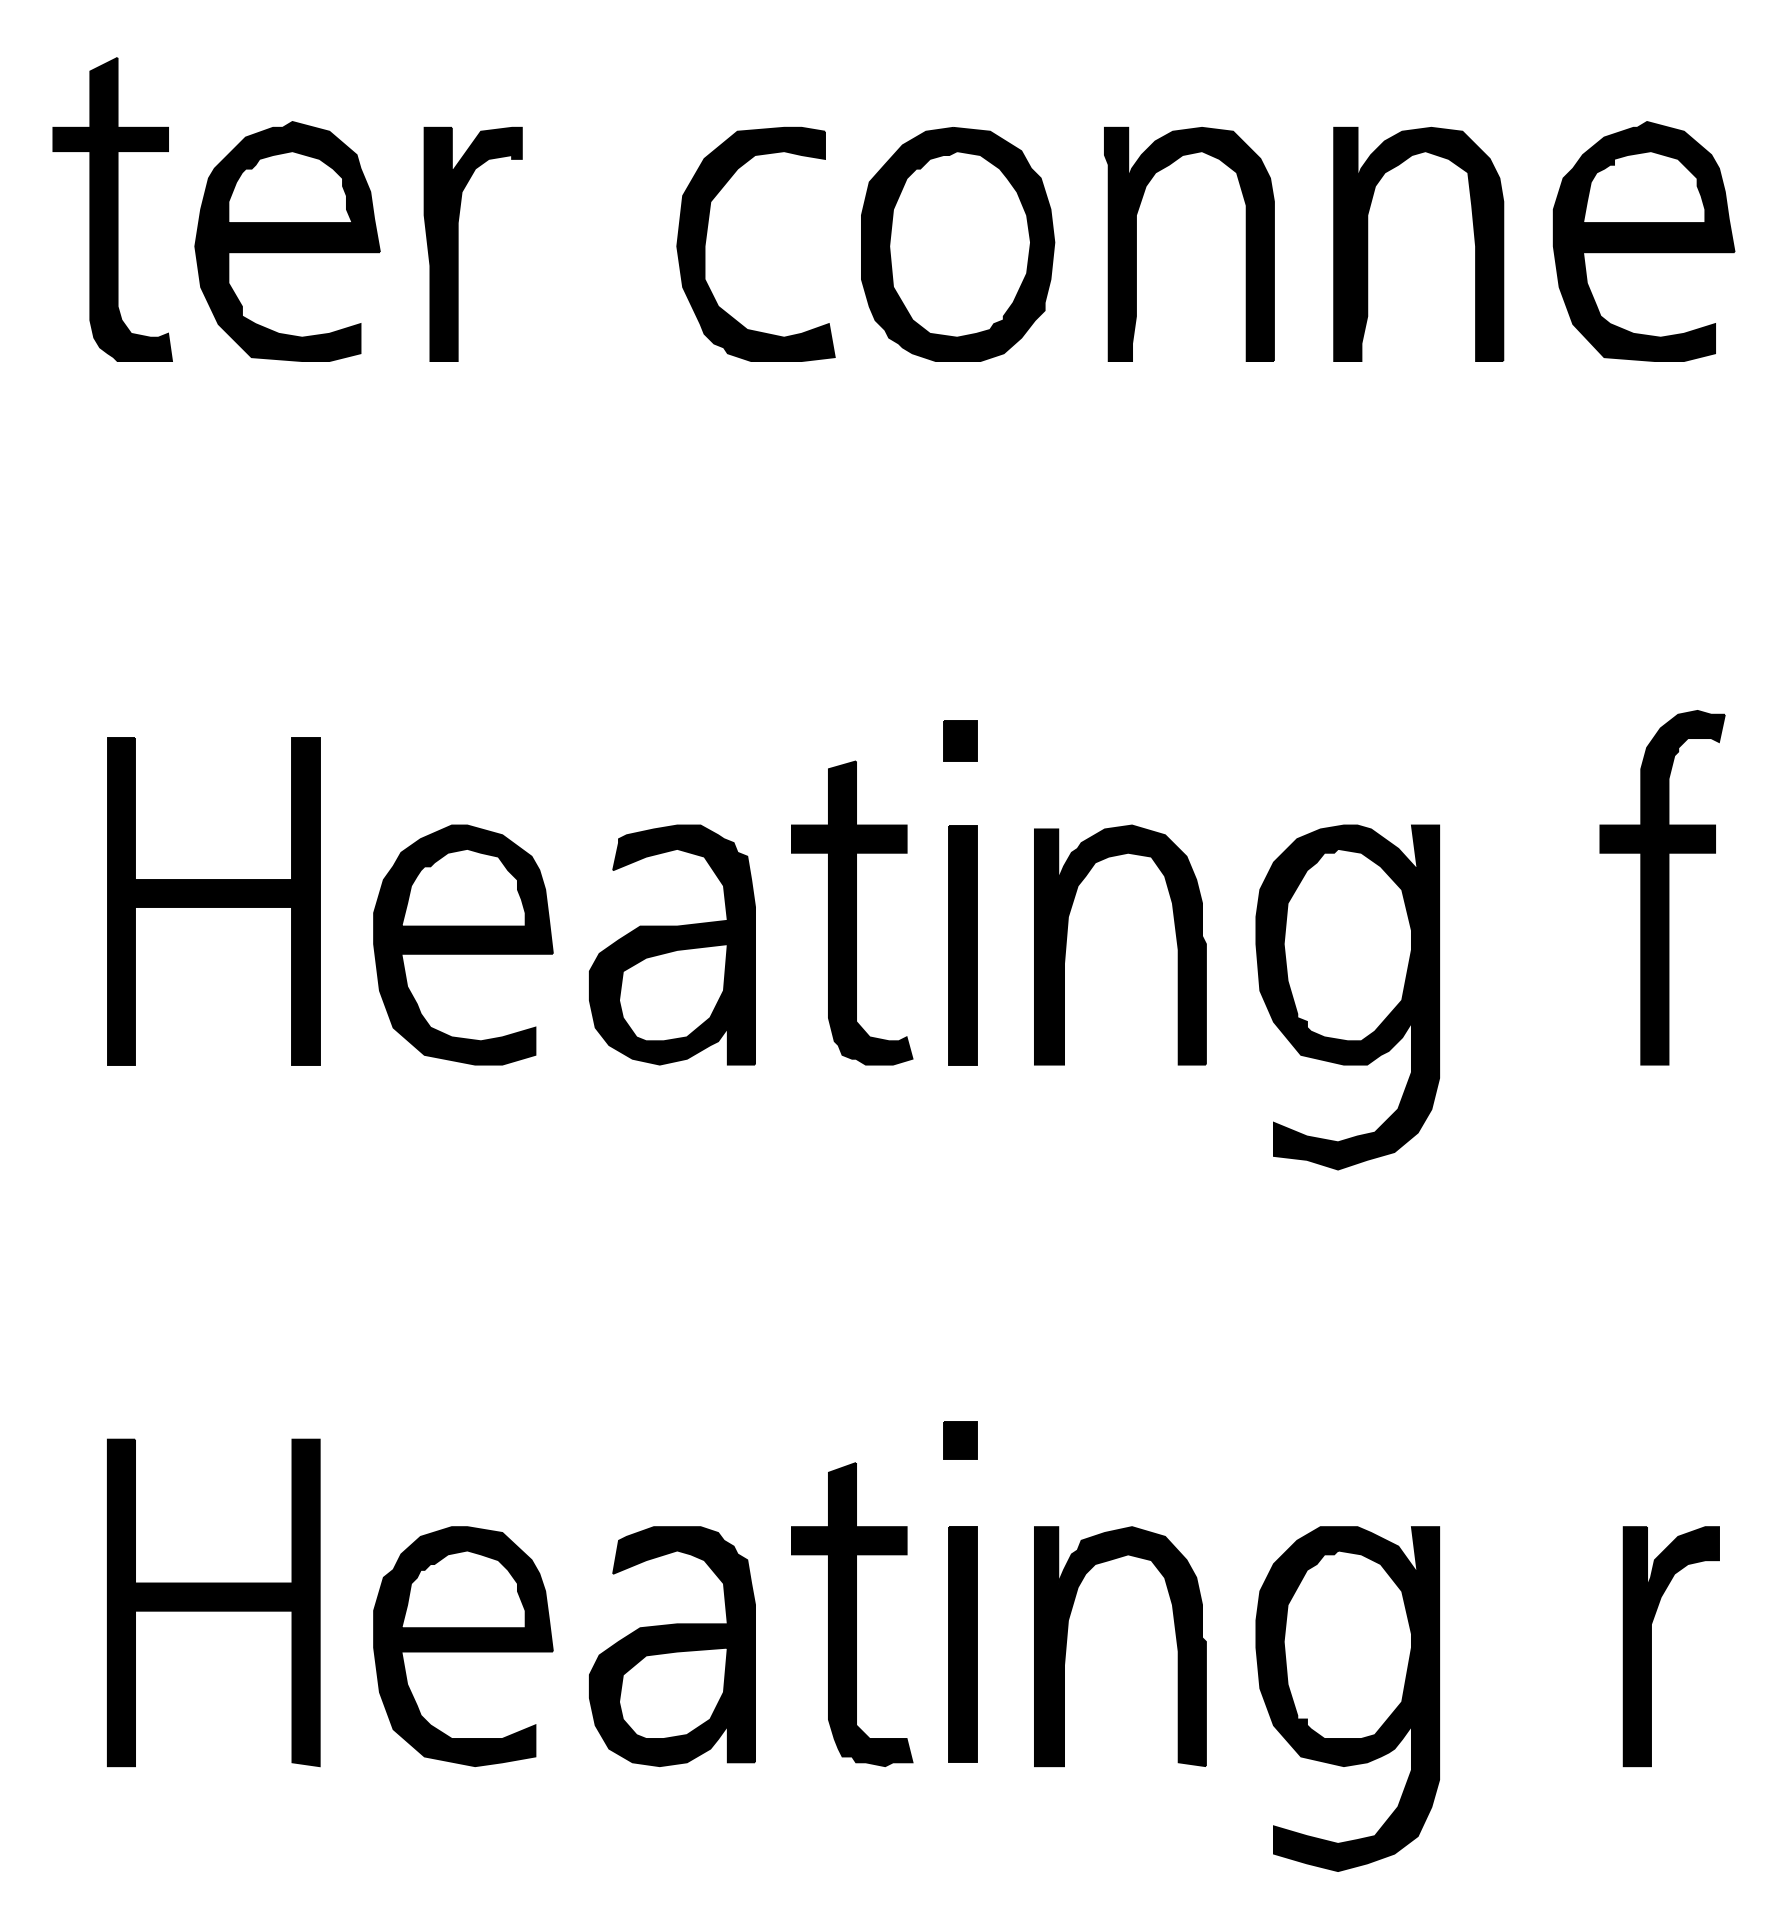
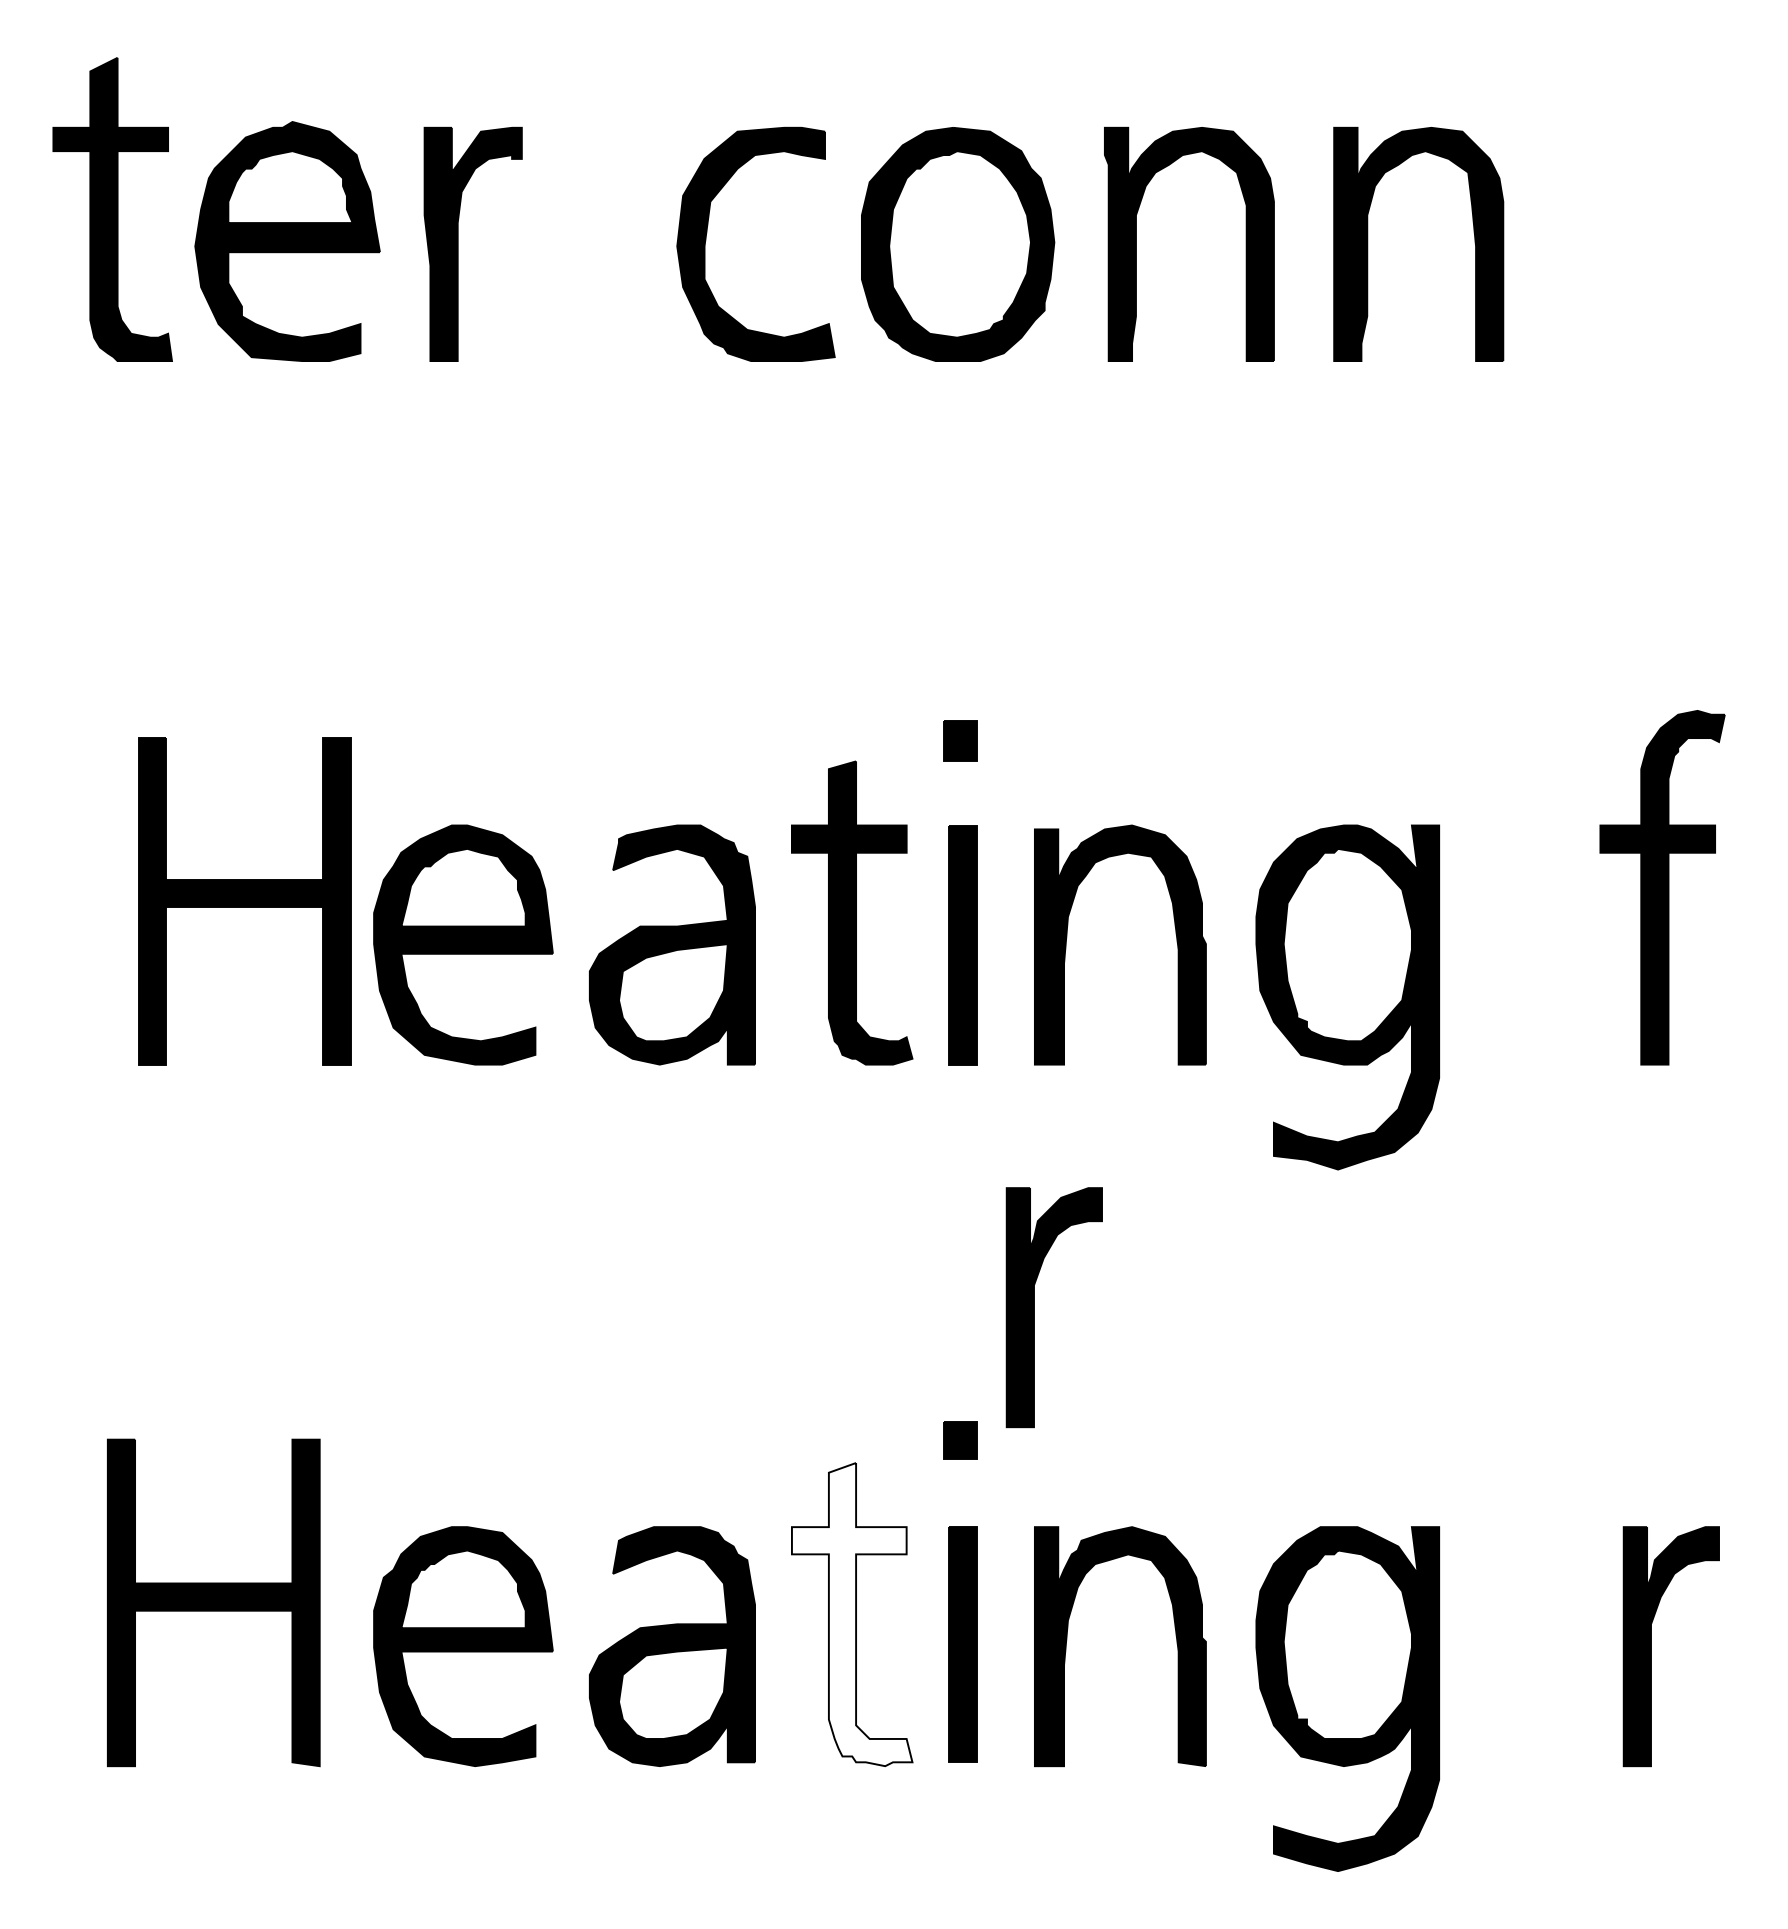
part at (1643, 241): present -> none
part at (213, 901) position: (213, 901) -> (244, 901)
part at (1034, 1307): none -> present
fill at (851, 1614): present -> none
